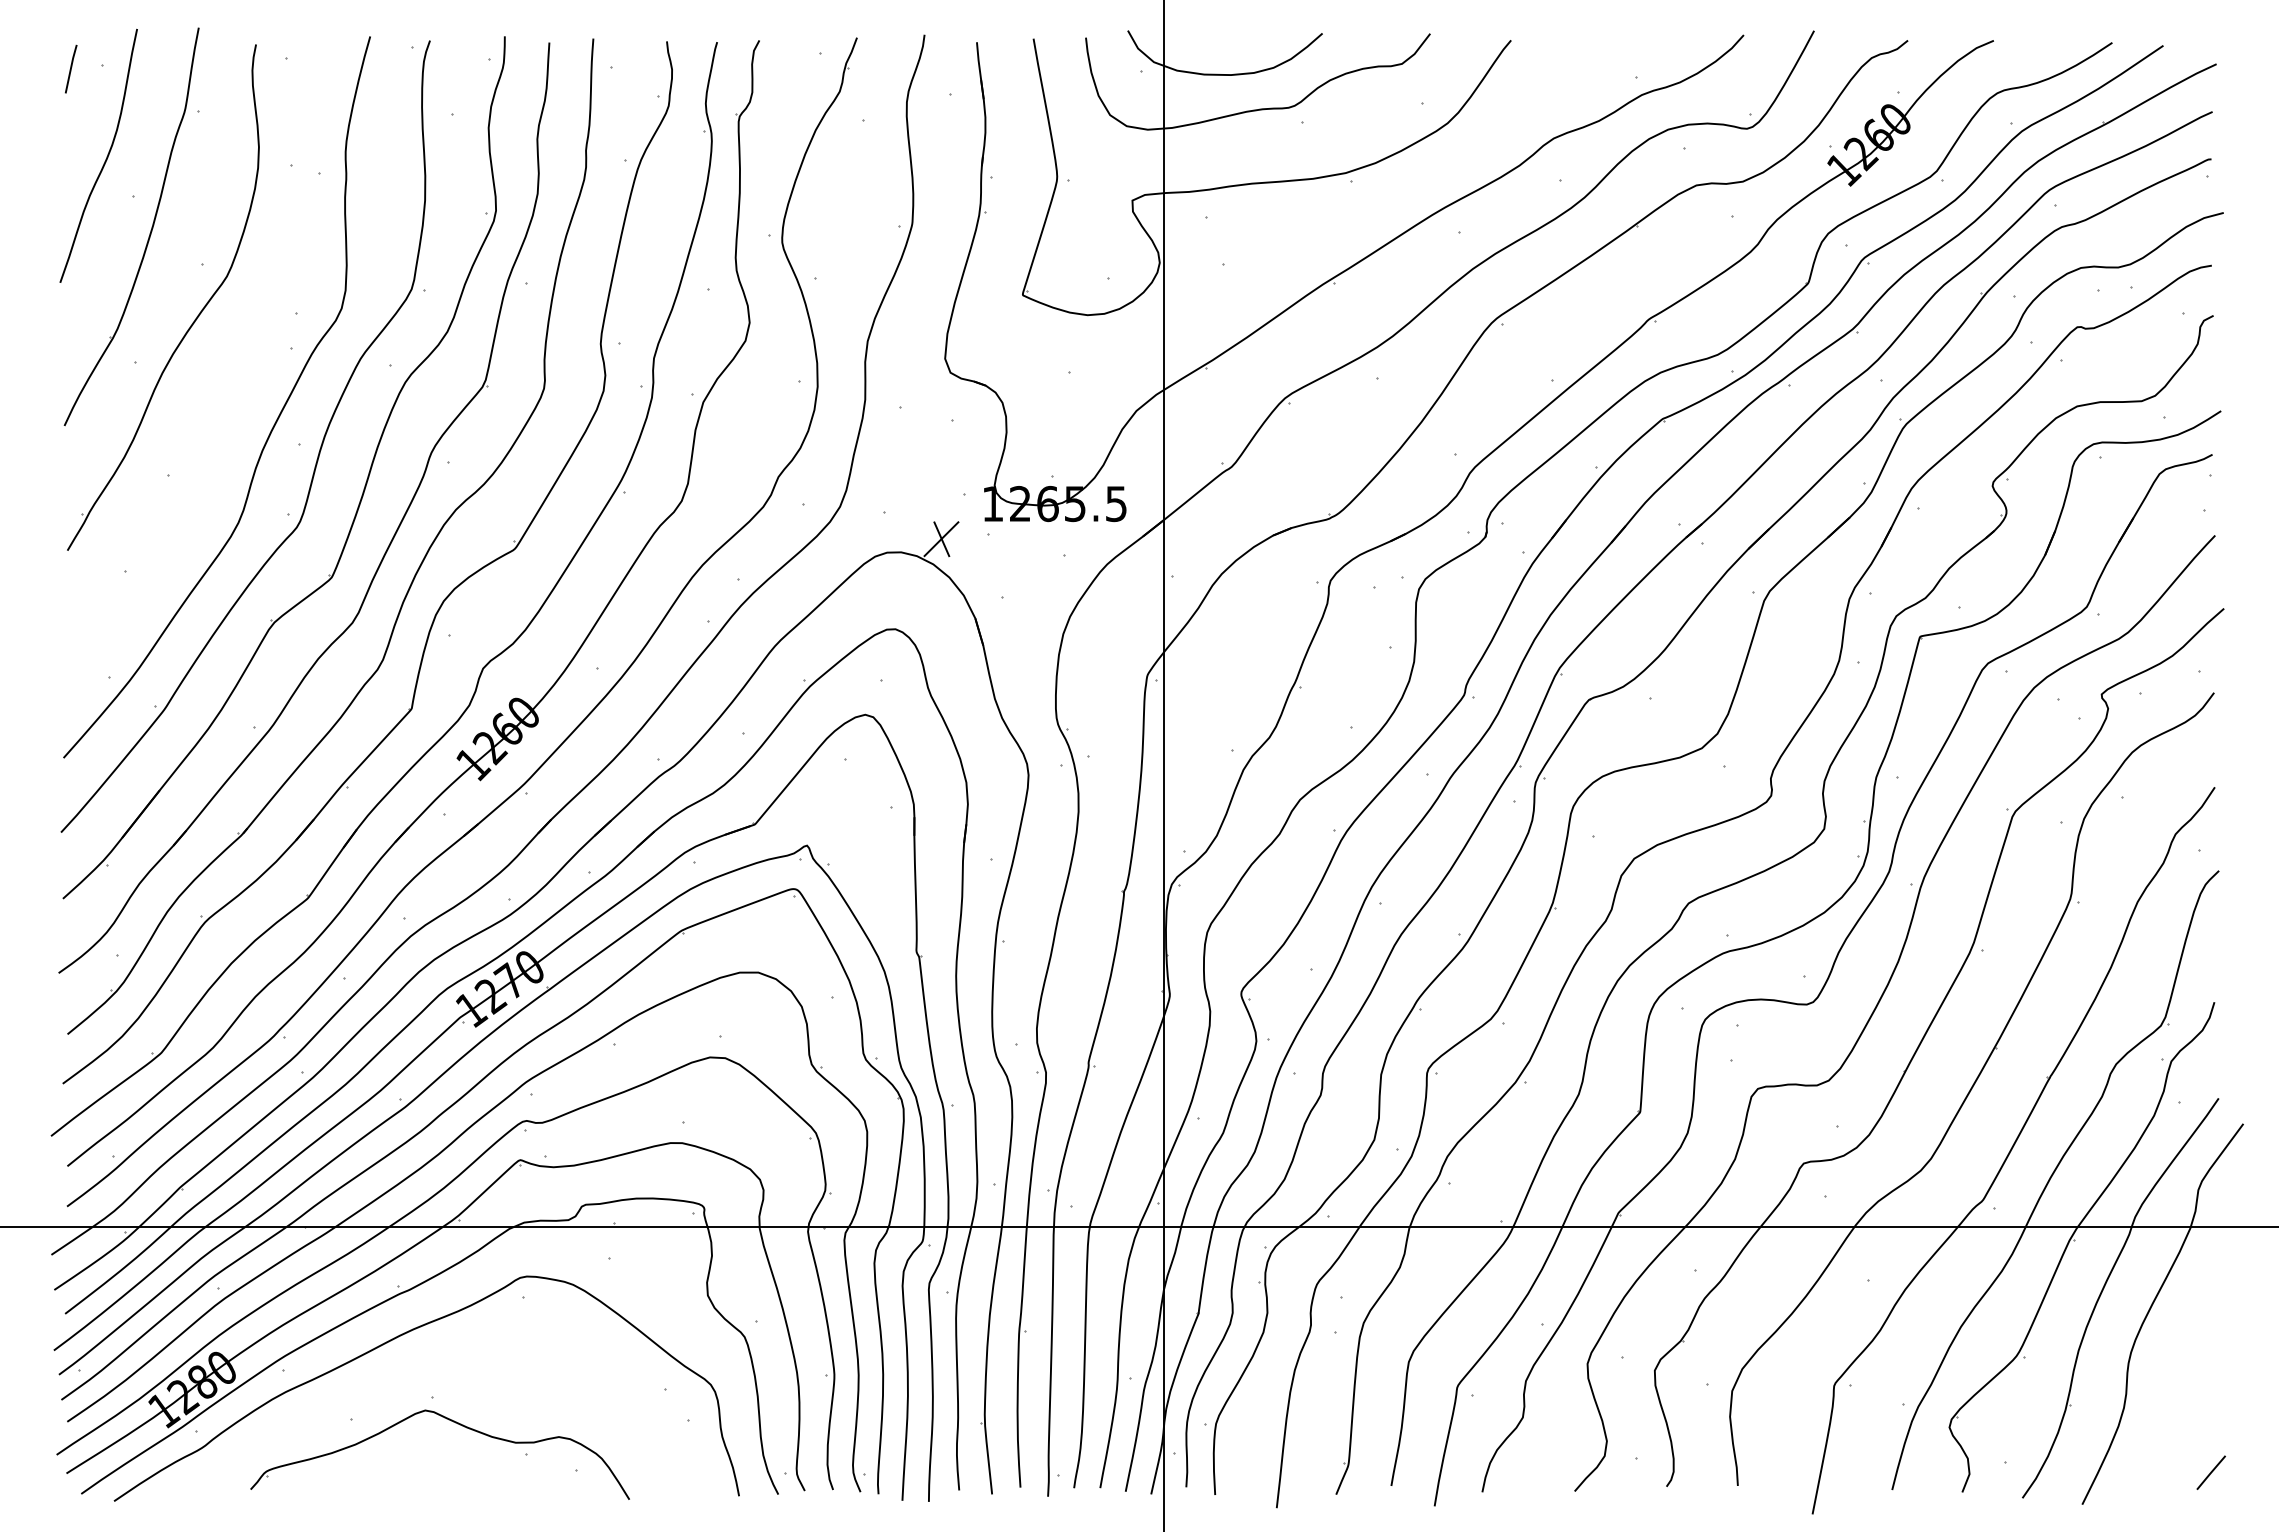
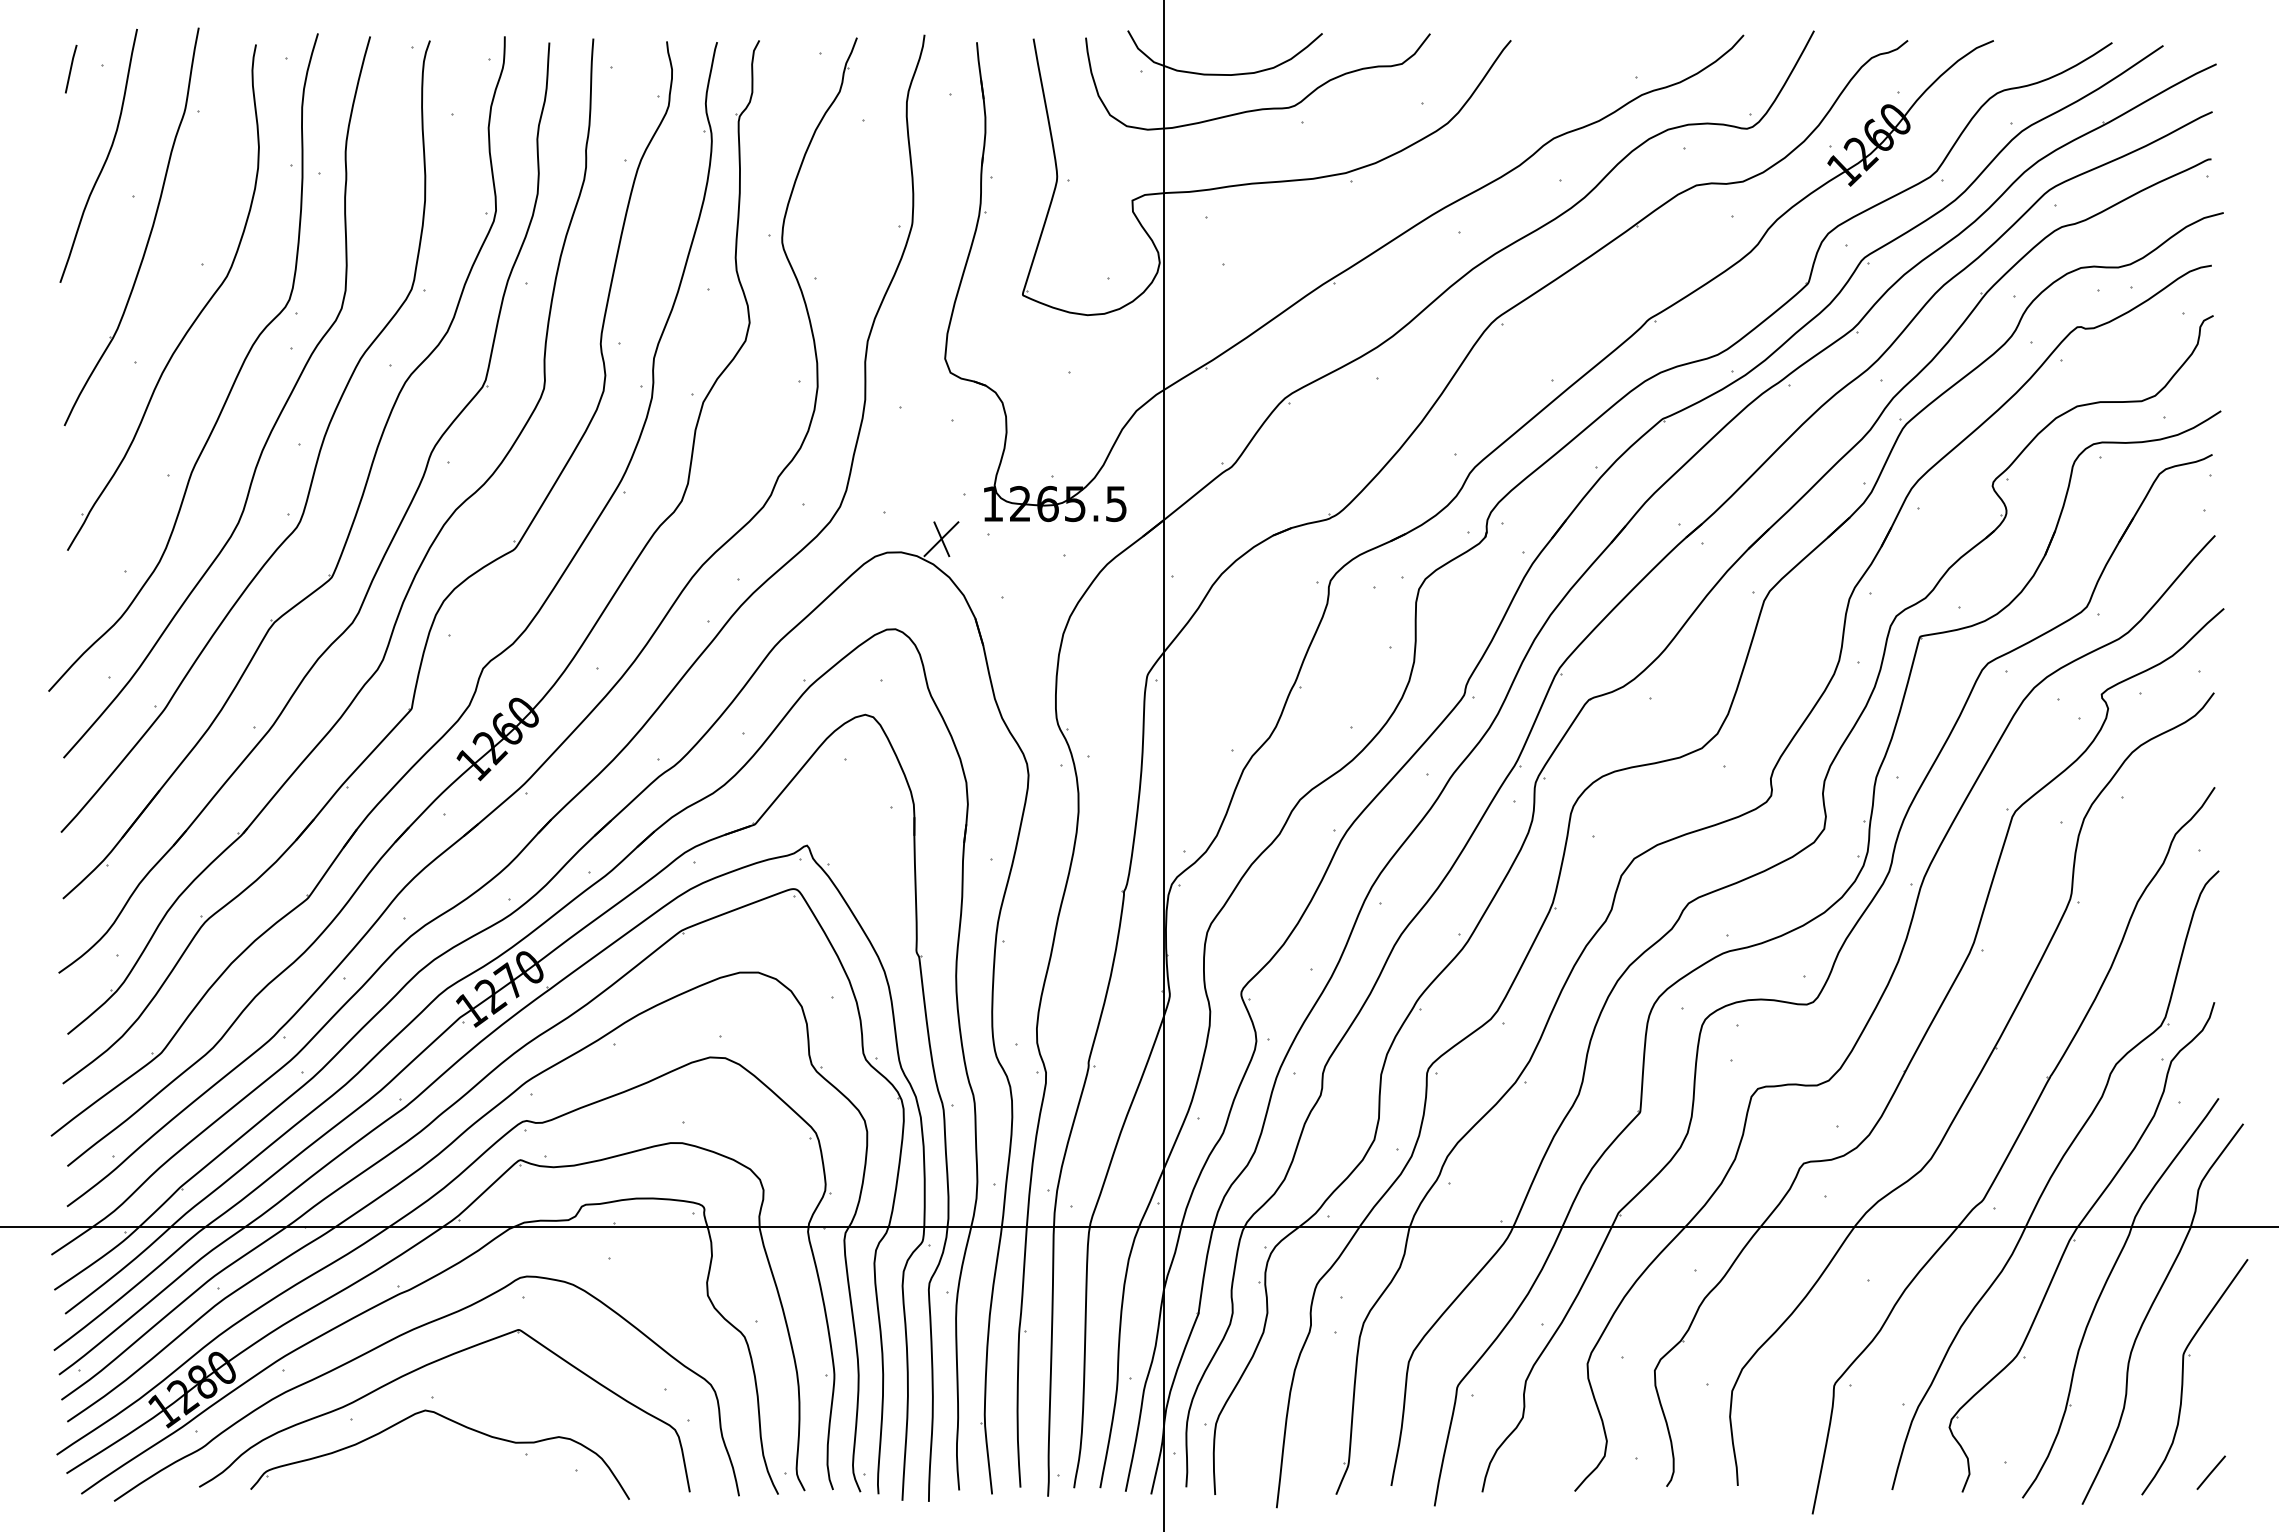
curve at (233, 381): none -> present
part at (424, 1367): none -> present
part at (2183, 1377): none -> present
